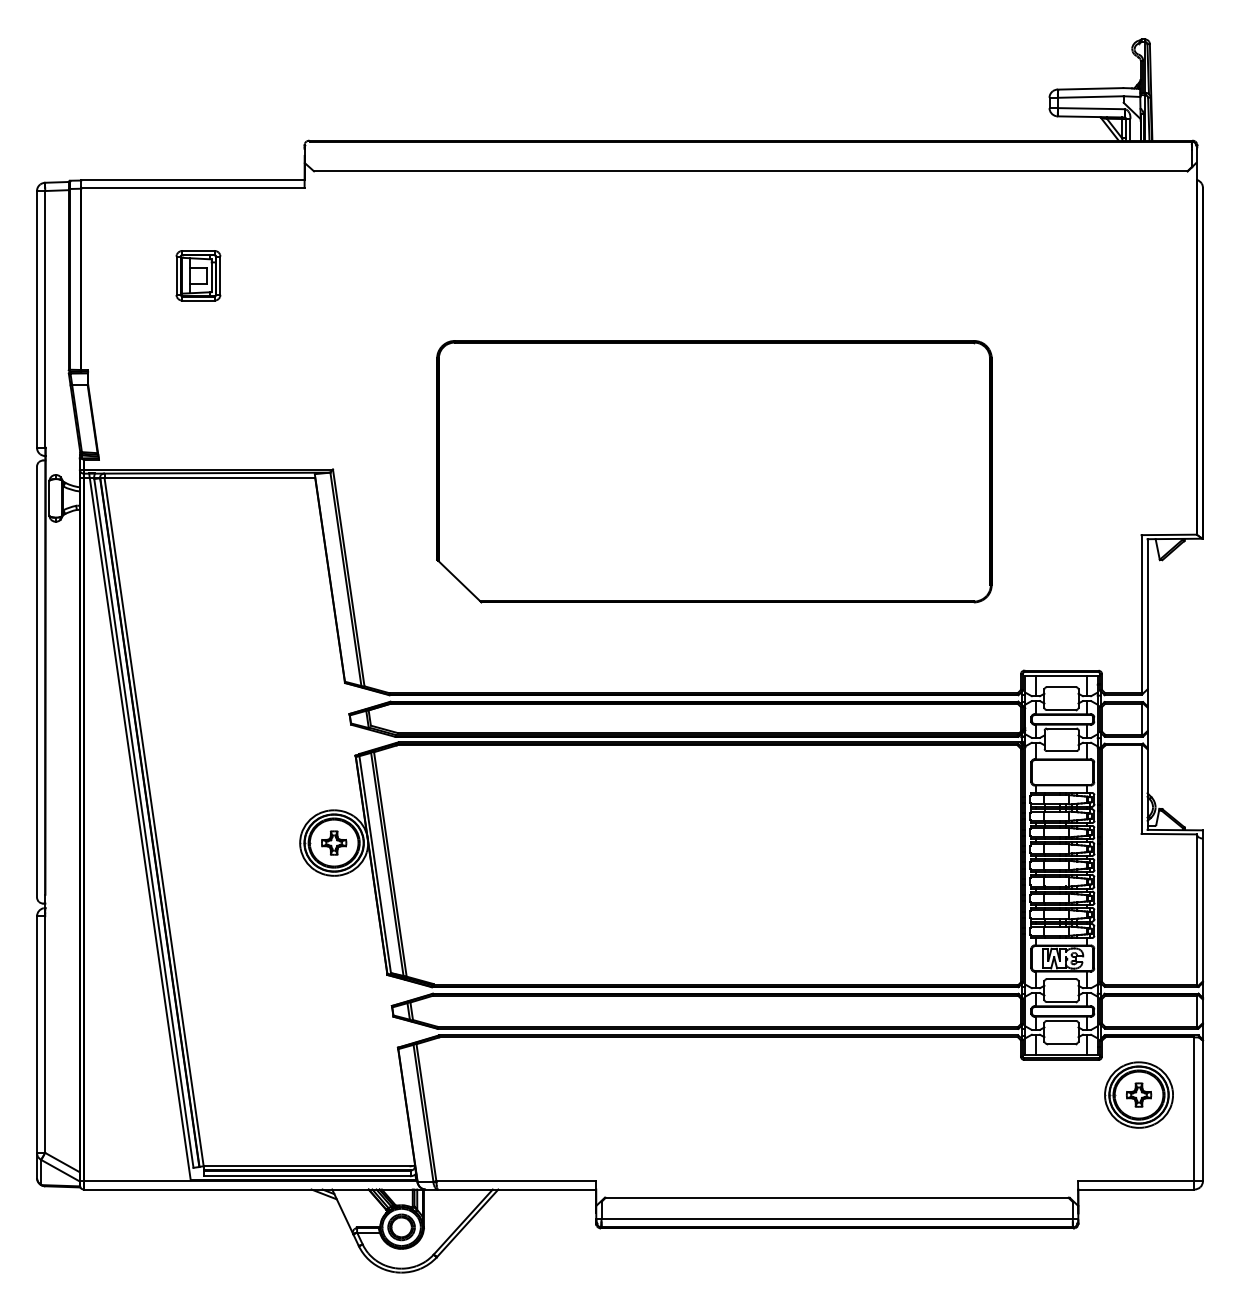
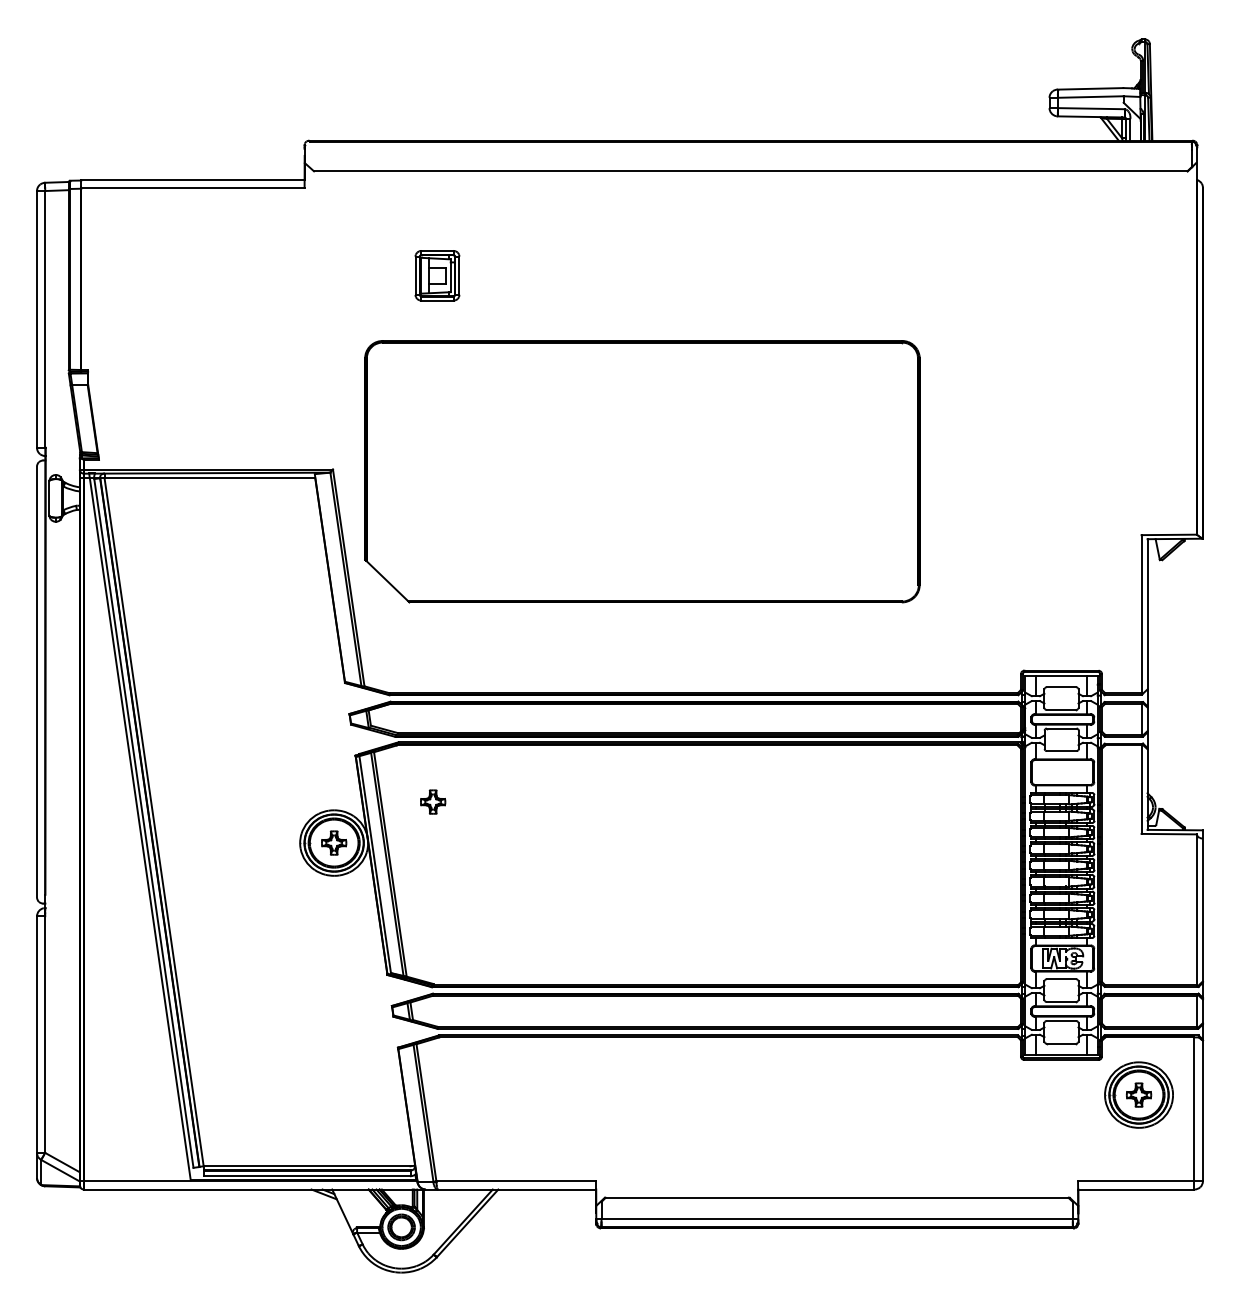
part at (198, 275) position: (198, 275) -> (437, 275)
part at (714, 471) position: (714, 471) -> (642, 471)
part at (433, 801): none -> present
